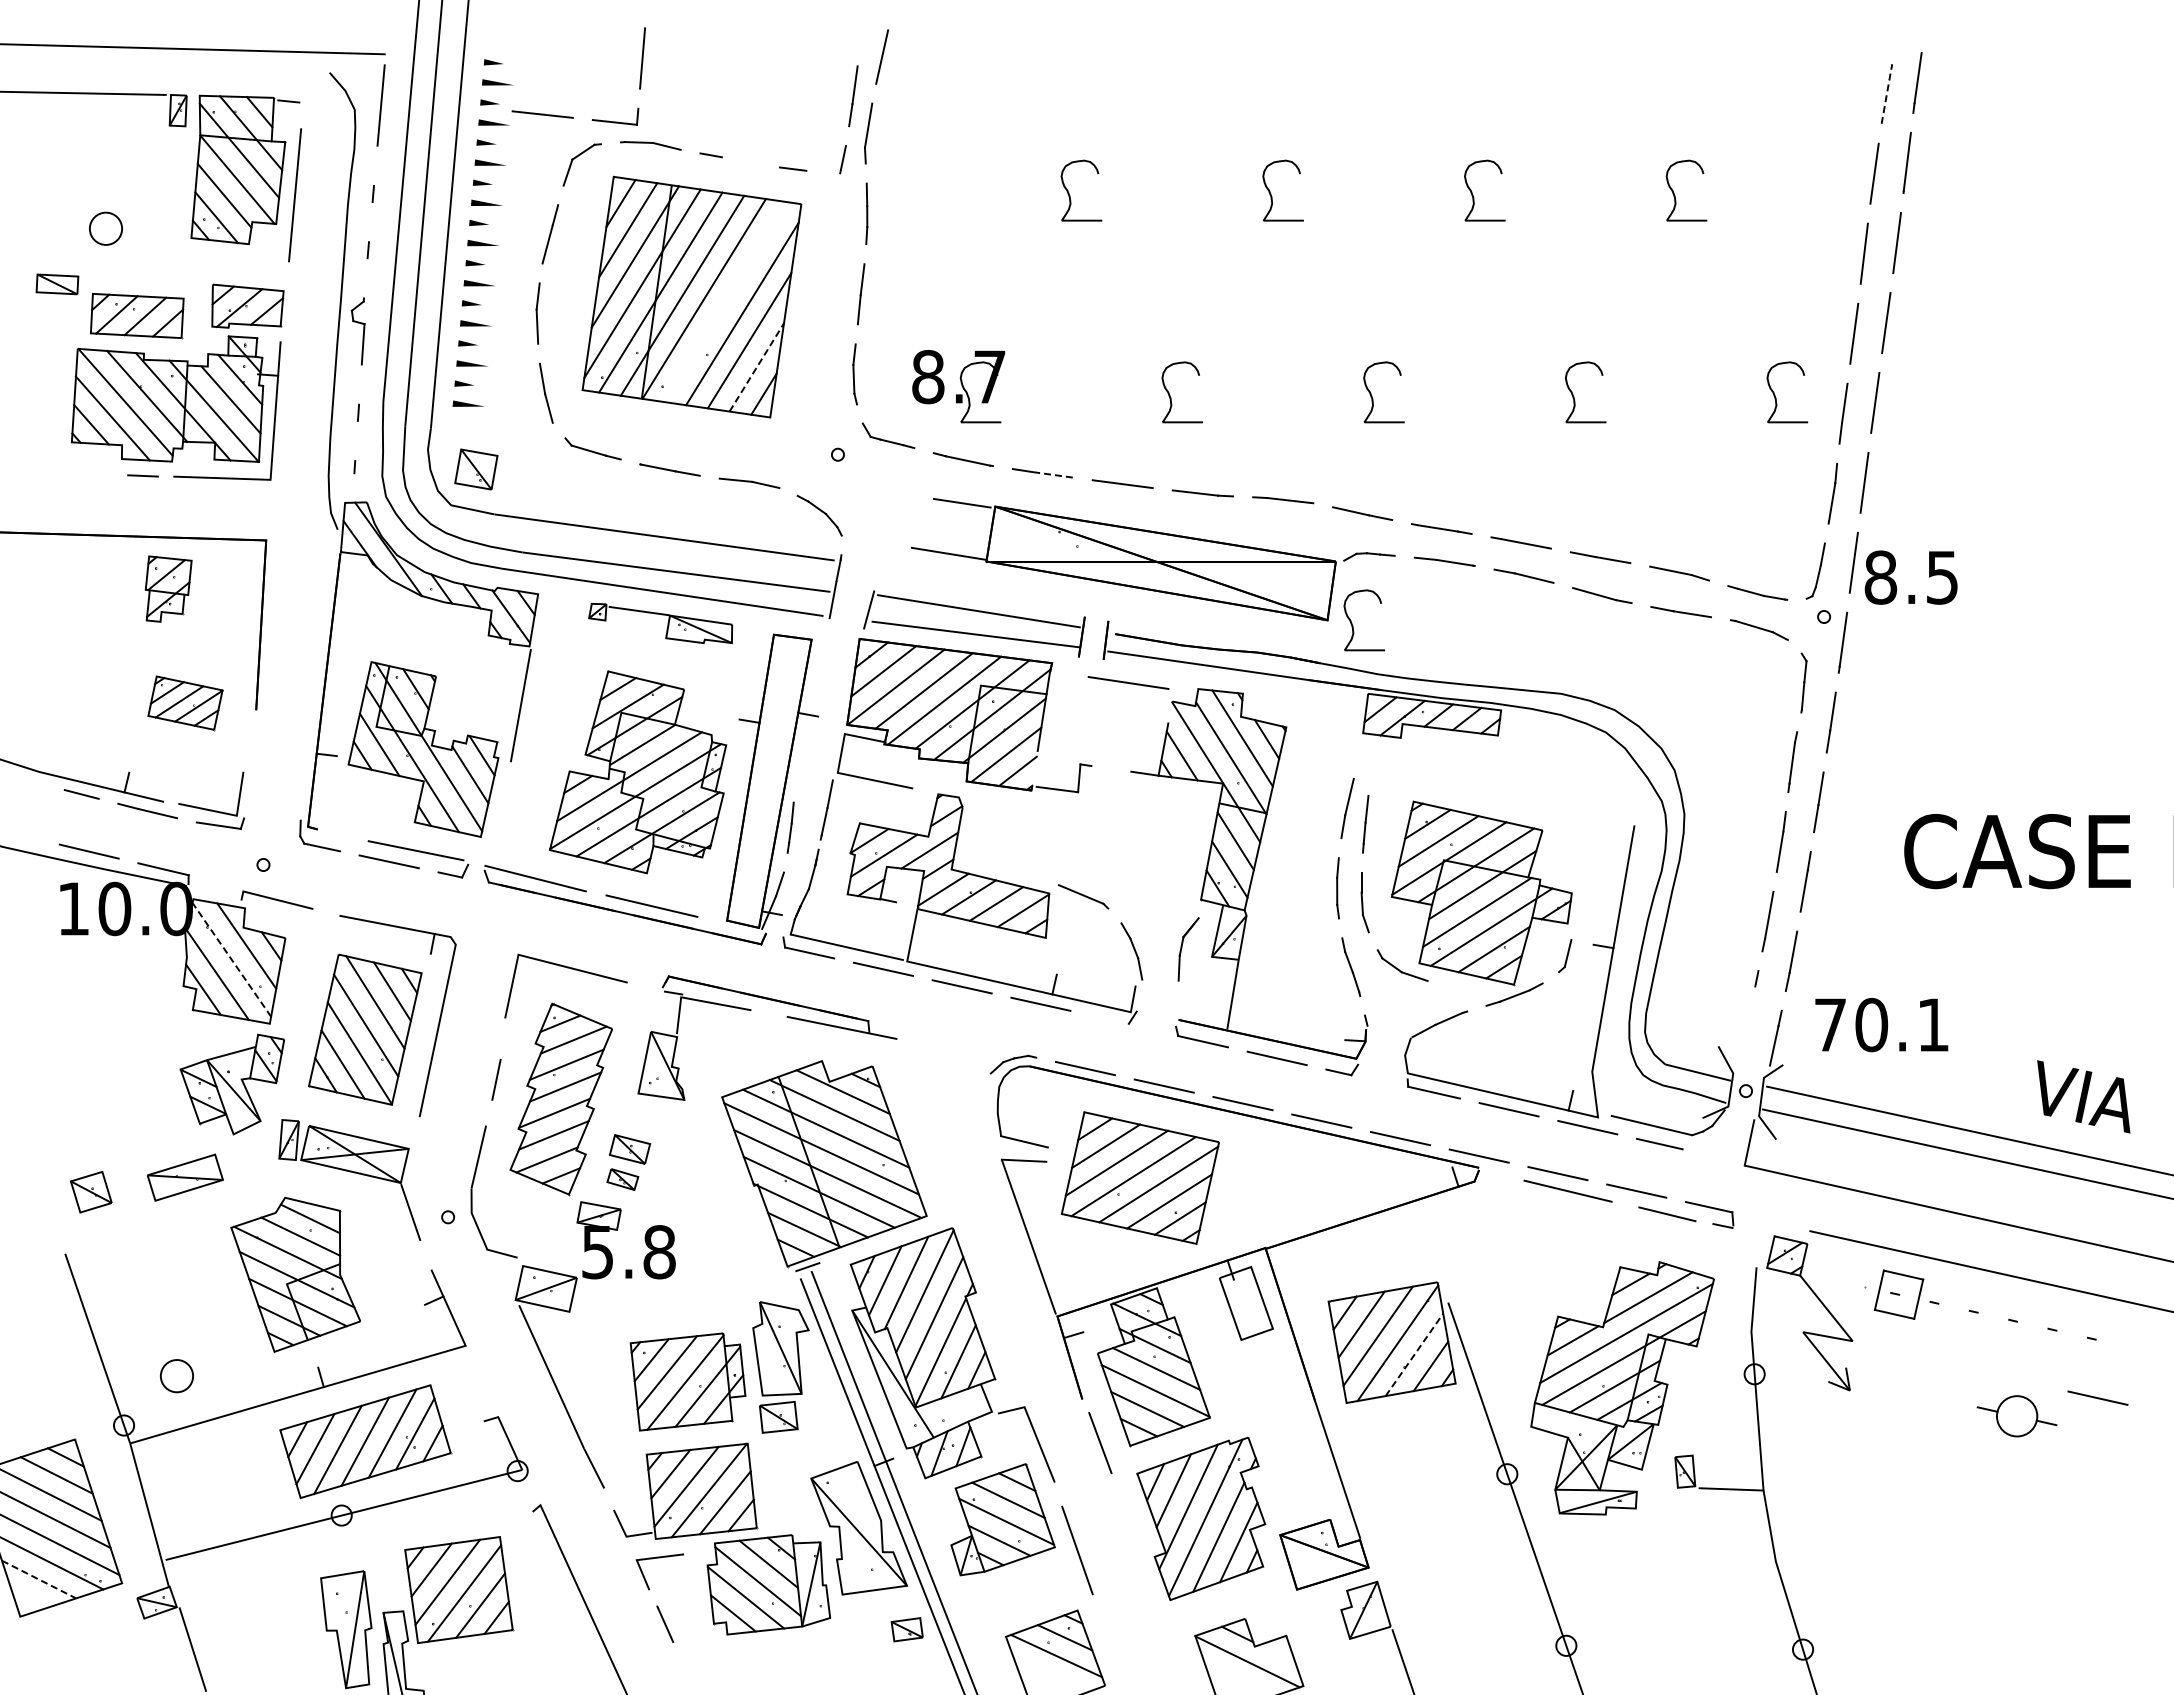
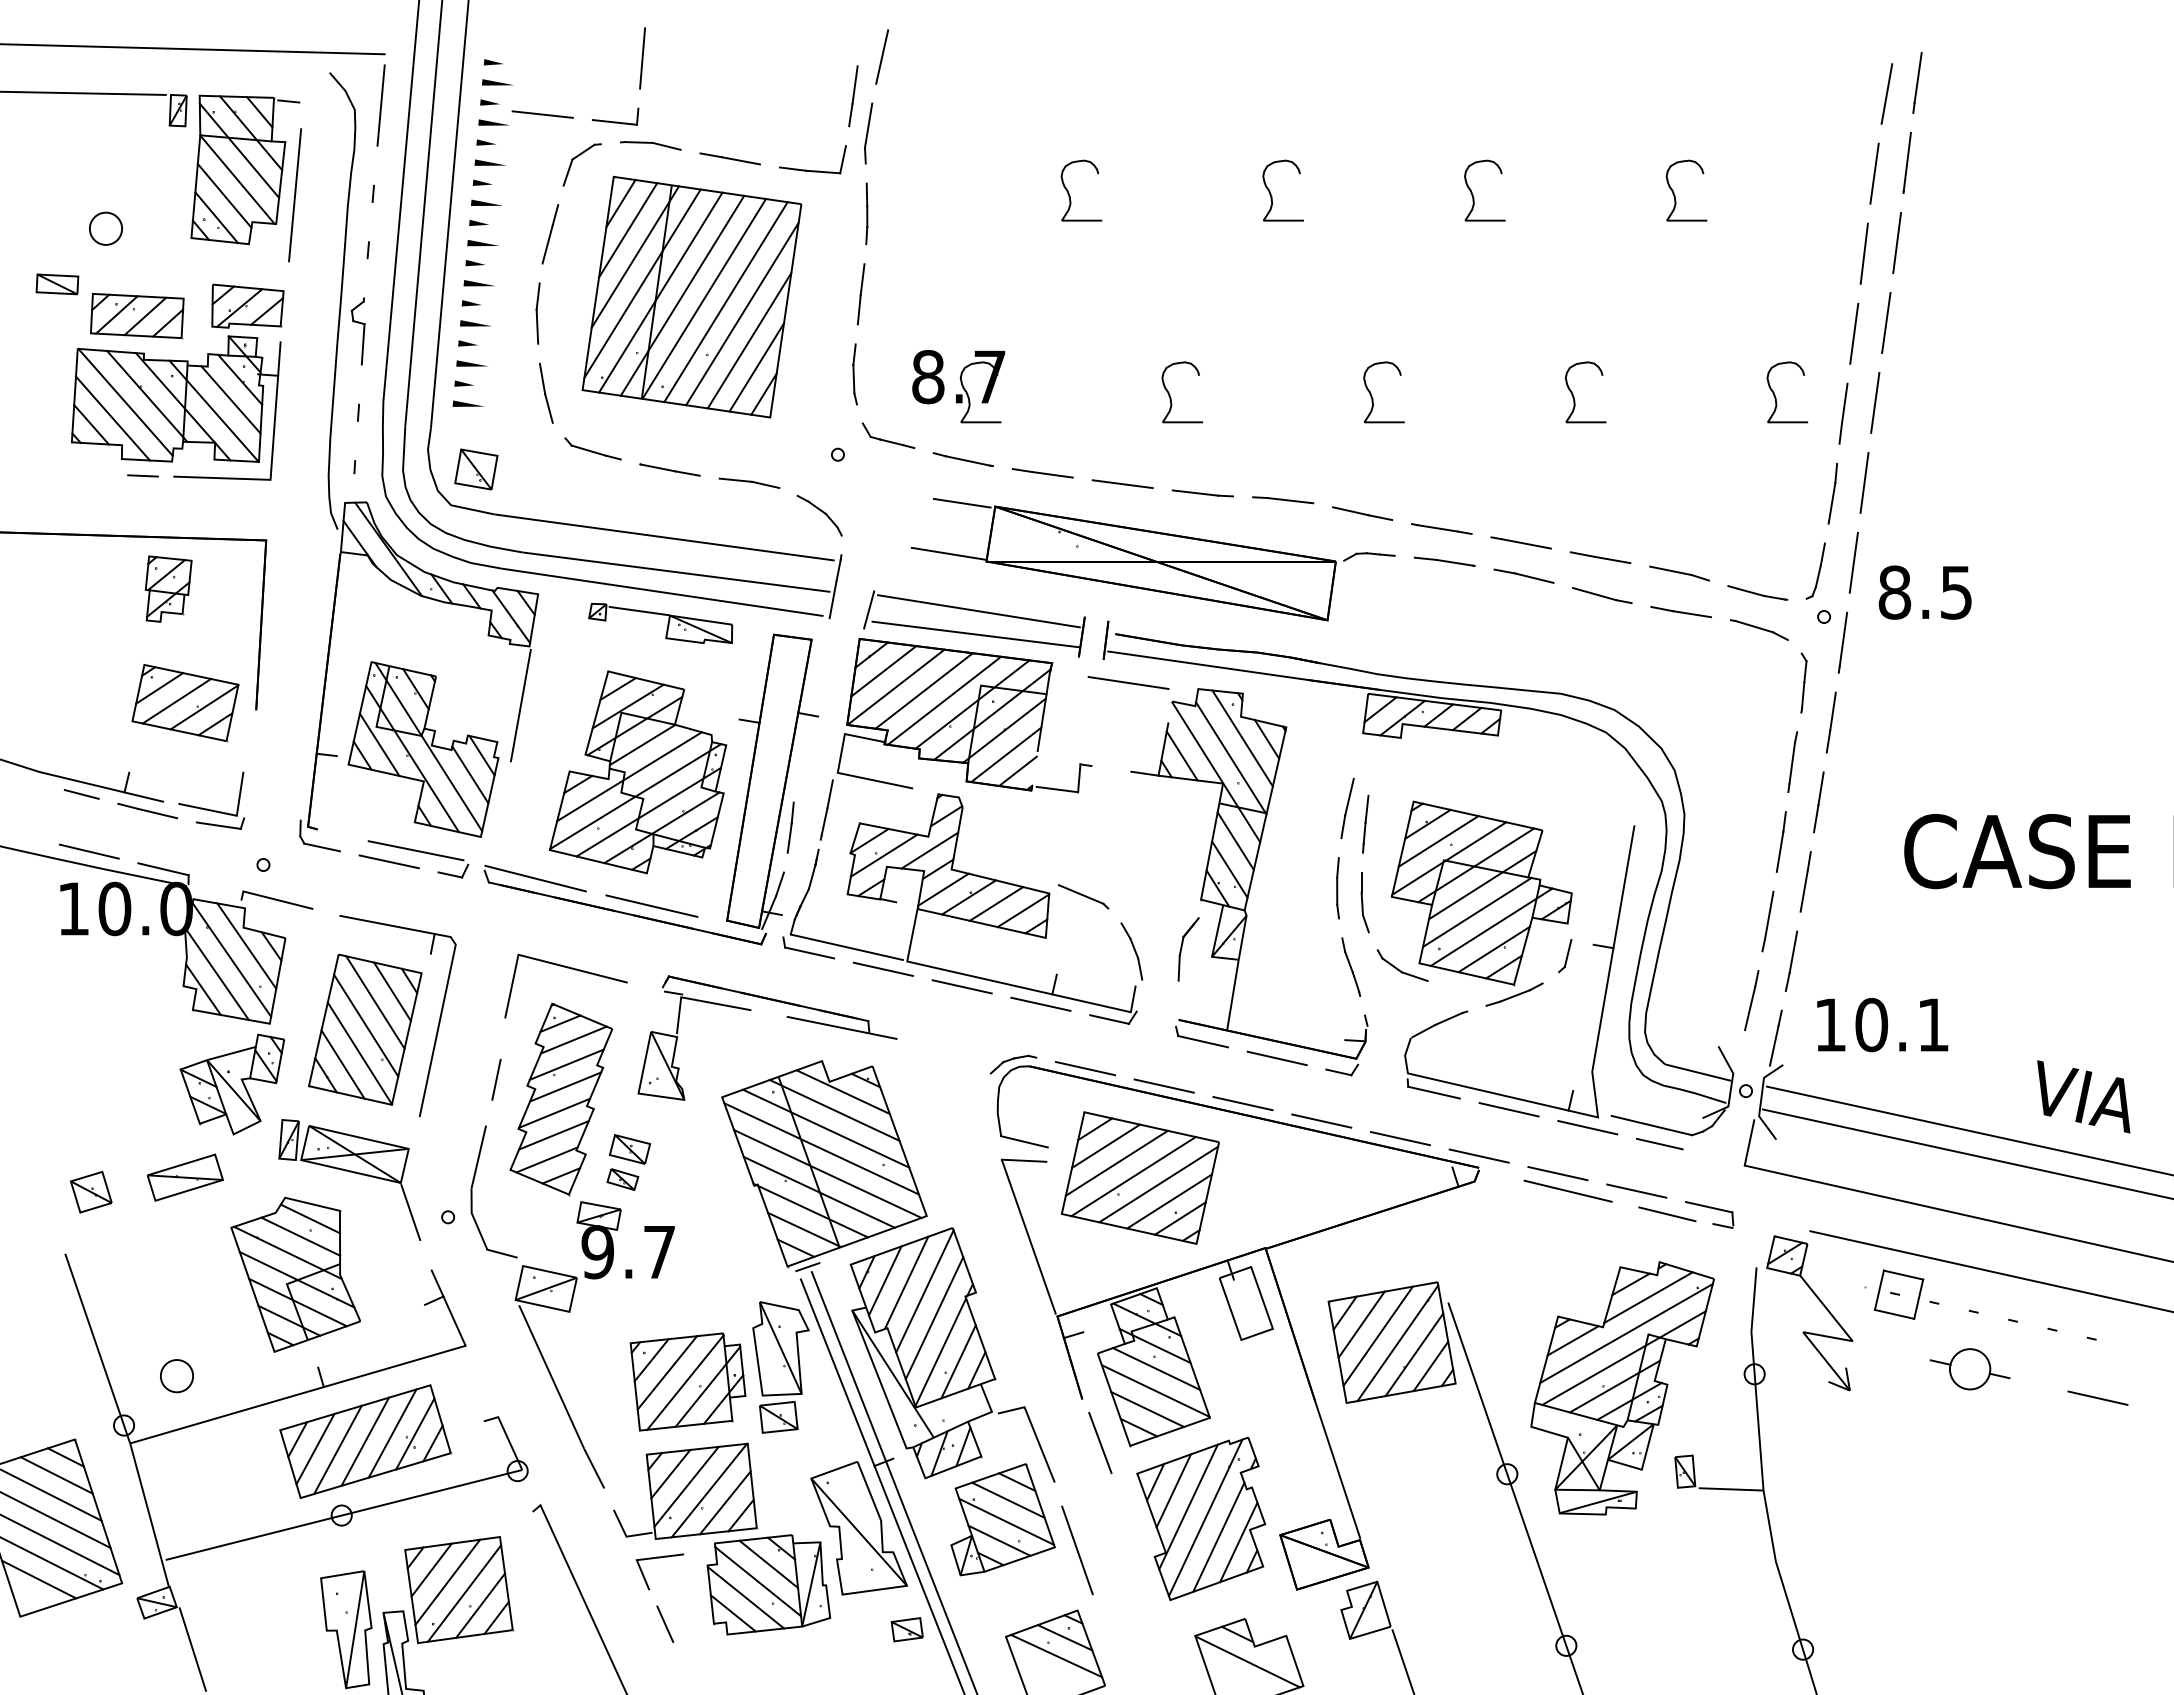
line at (1887, 93): dashed -> solid
line at (740, 160): none -> present
line at (823, 171): none -> present
line at (725, 302): none -> present
line at (756, 367): dashed -> solid
line at (1052, 474): dashed -> solid
text at (1910, 577) position: (1910, 577) -> (1924, 592)
part at (1353, 625): present -> none
part at (185, 703) size: 77x57 px -> 109x79 px
line at (231, 959): dashed -> solid
line at (1750, 1008): none -> present
line at (1109, 1019): none -> present
text at (1830, 1024): 70.1 -> 10.1
text at (628, 1252): 5.8 -> 9.7
line at (1414, 1354): dashed -> solid
part at (2016, 1416) position: (2016, 1416) -> (1969, 1369)
line at (39, 1579): dashed -> solid
